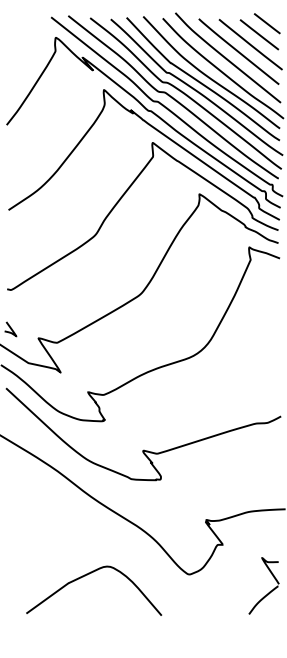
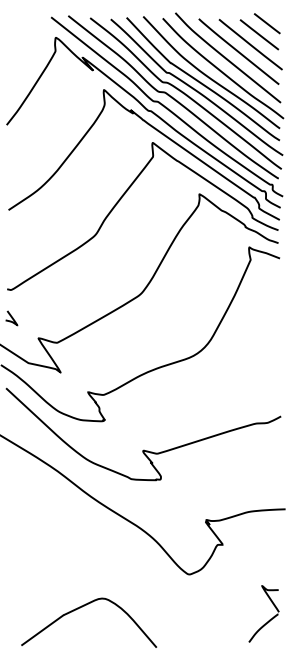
curve at (10, 329) position: (10, 329) -> (11, 318)
curve at (87, 575) position: (87, 575) -> (82, 607)
part at (269, 591) position: (269, 591) -> (269, 619)
